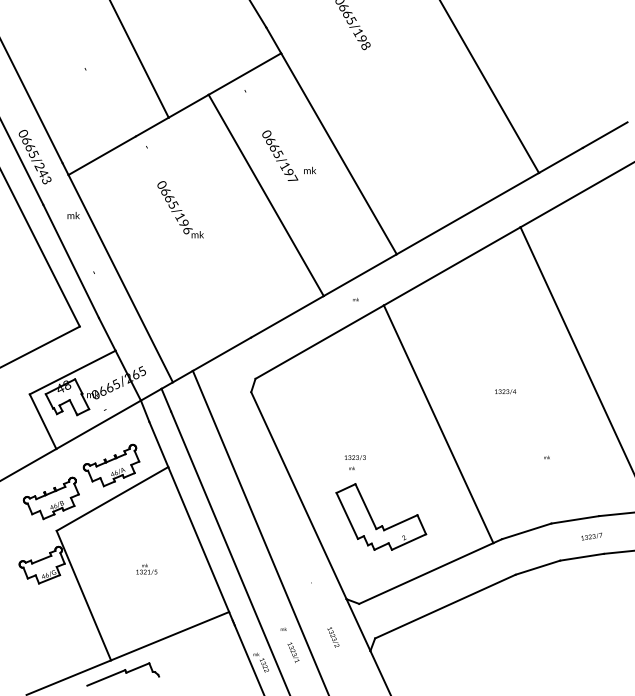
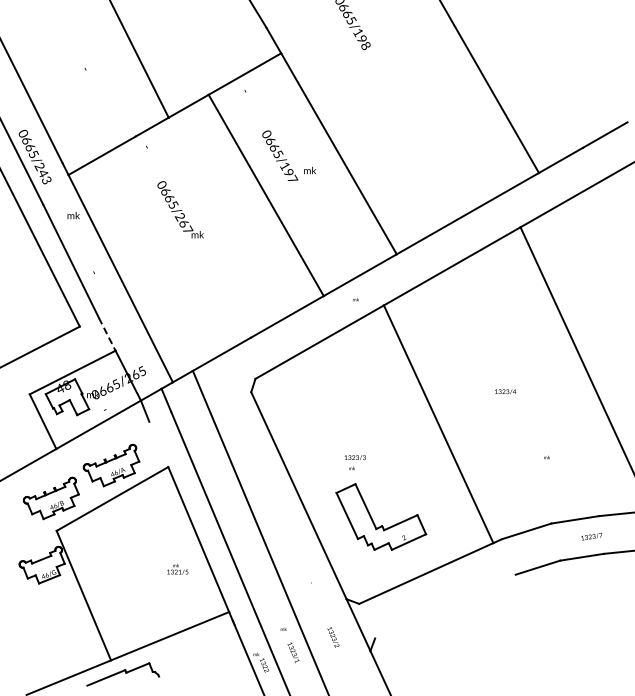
text at (183, 223): 0665/196 -> 0665/267
line at (107, 334): solid -> dashed
line at (158, 444): present -> none
text at (146, 568) position: (146, 568) -> (177, 568)
line at (445, 606): present -> none
